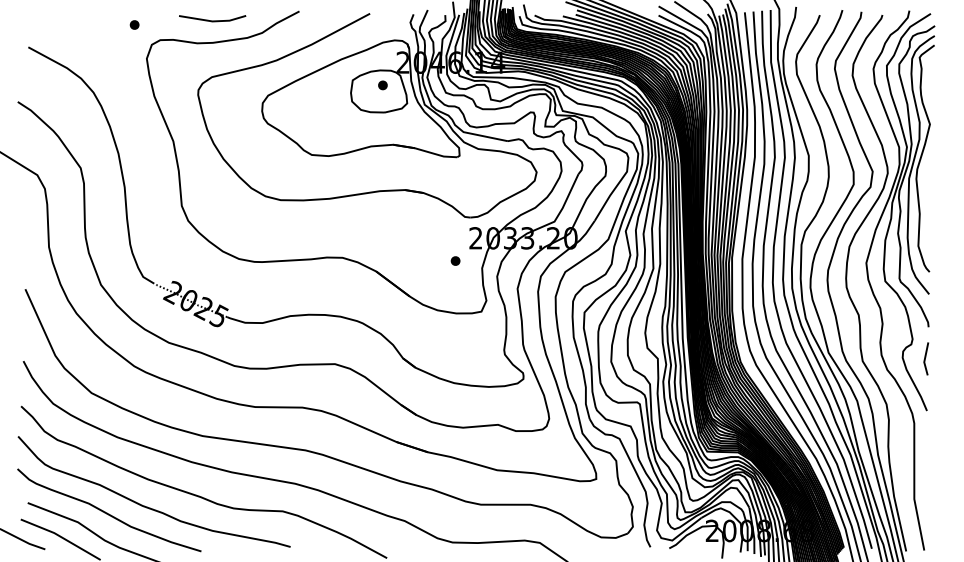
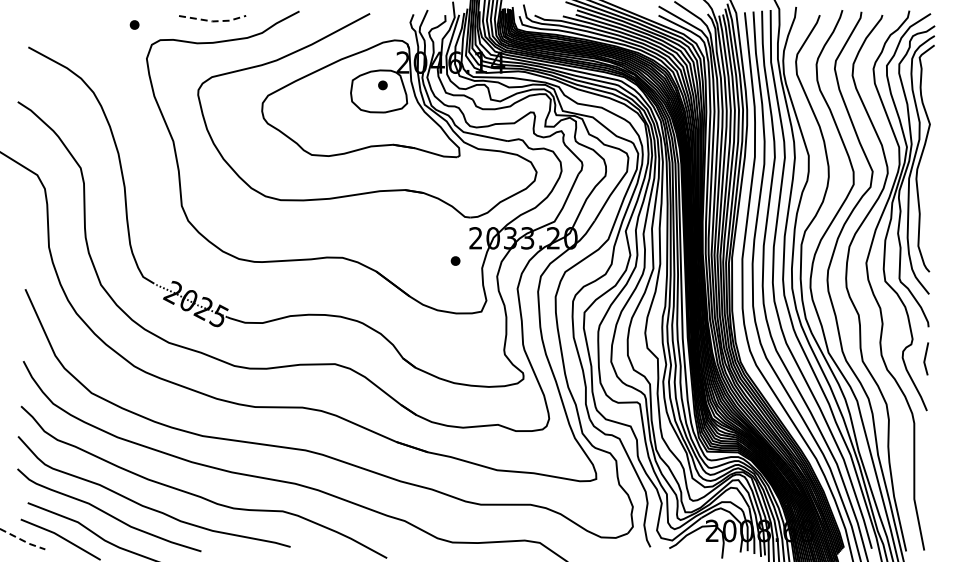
line at (213, 21): solid -> dashed
line at (23, 540): solid -> dashed
